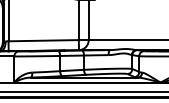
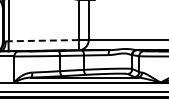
line at (43, 40): solid -> dashed
